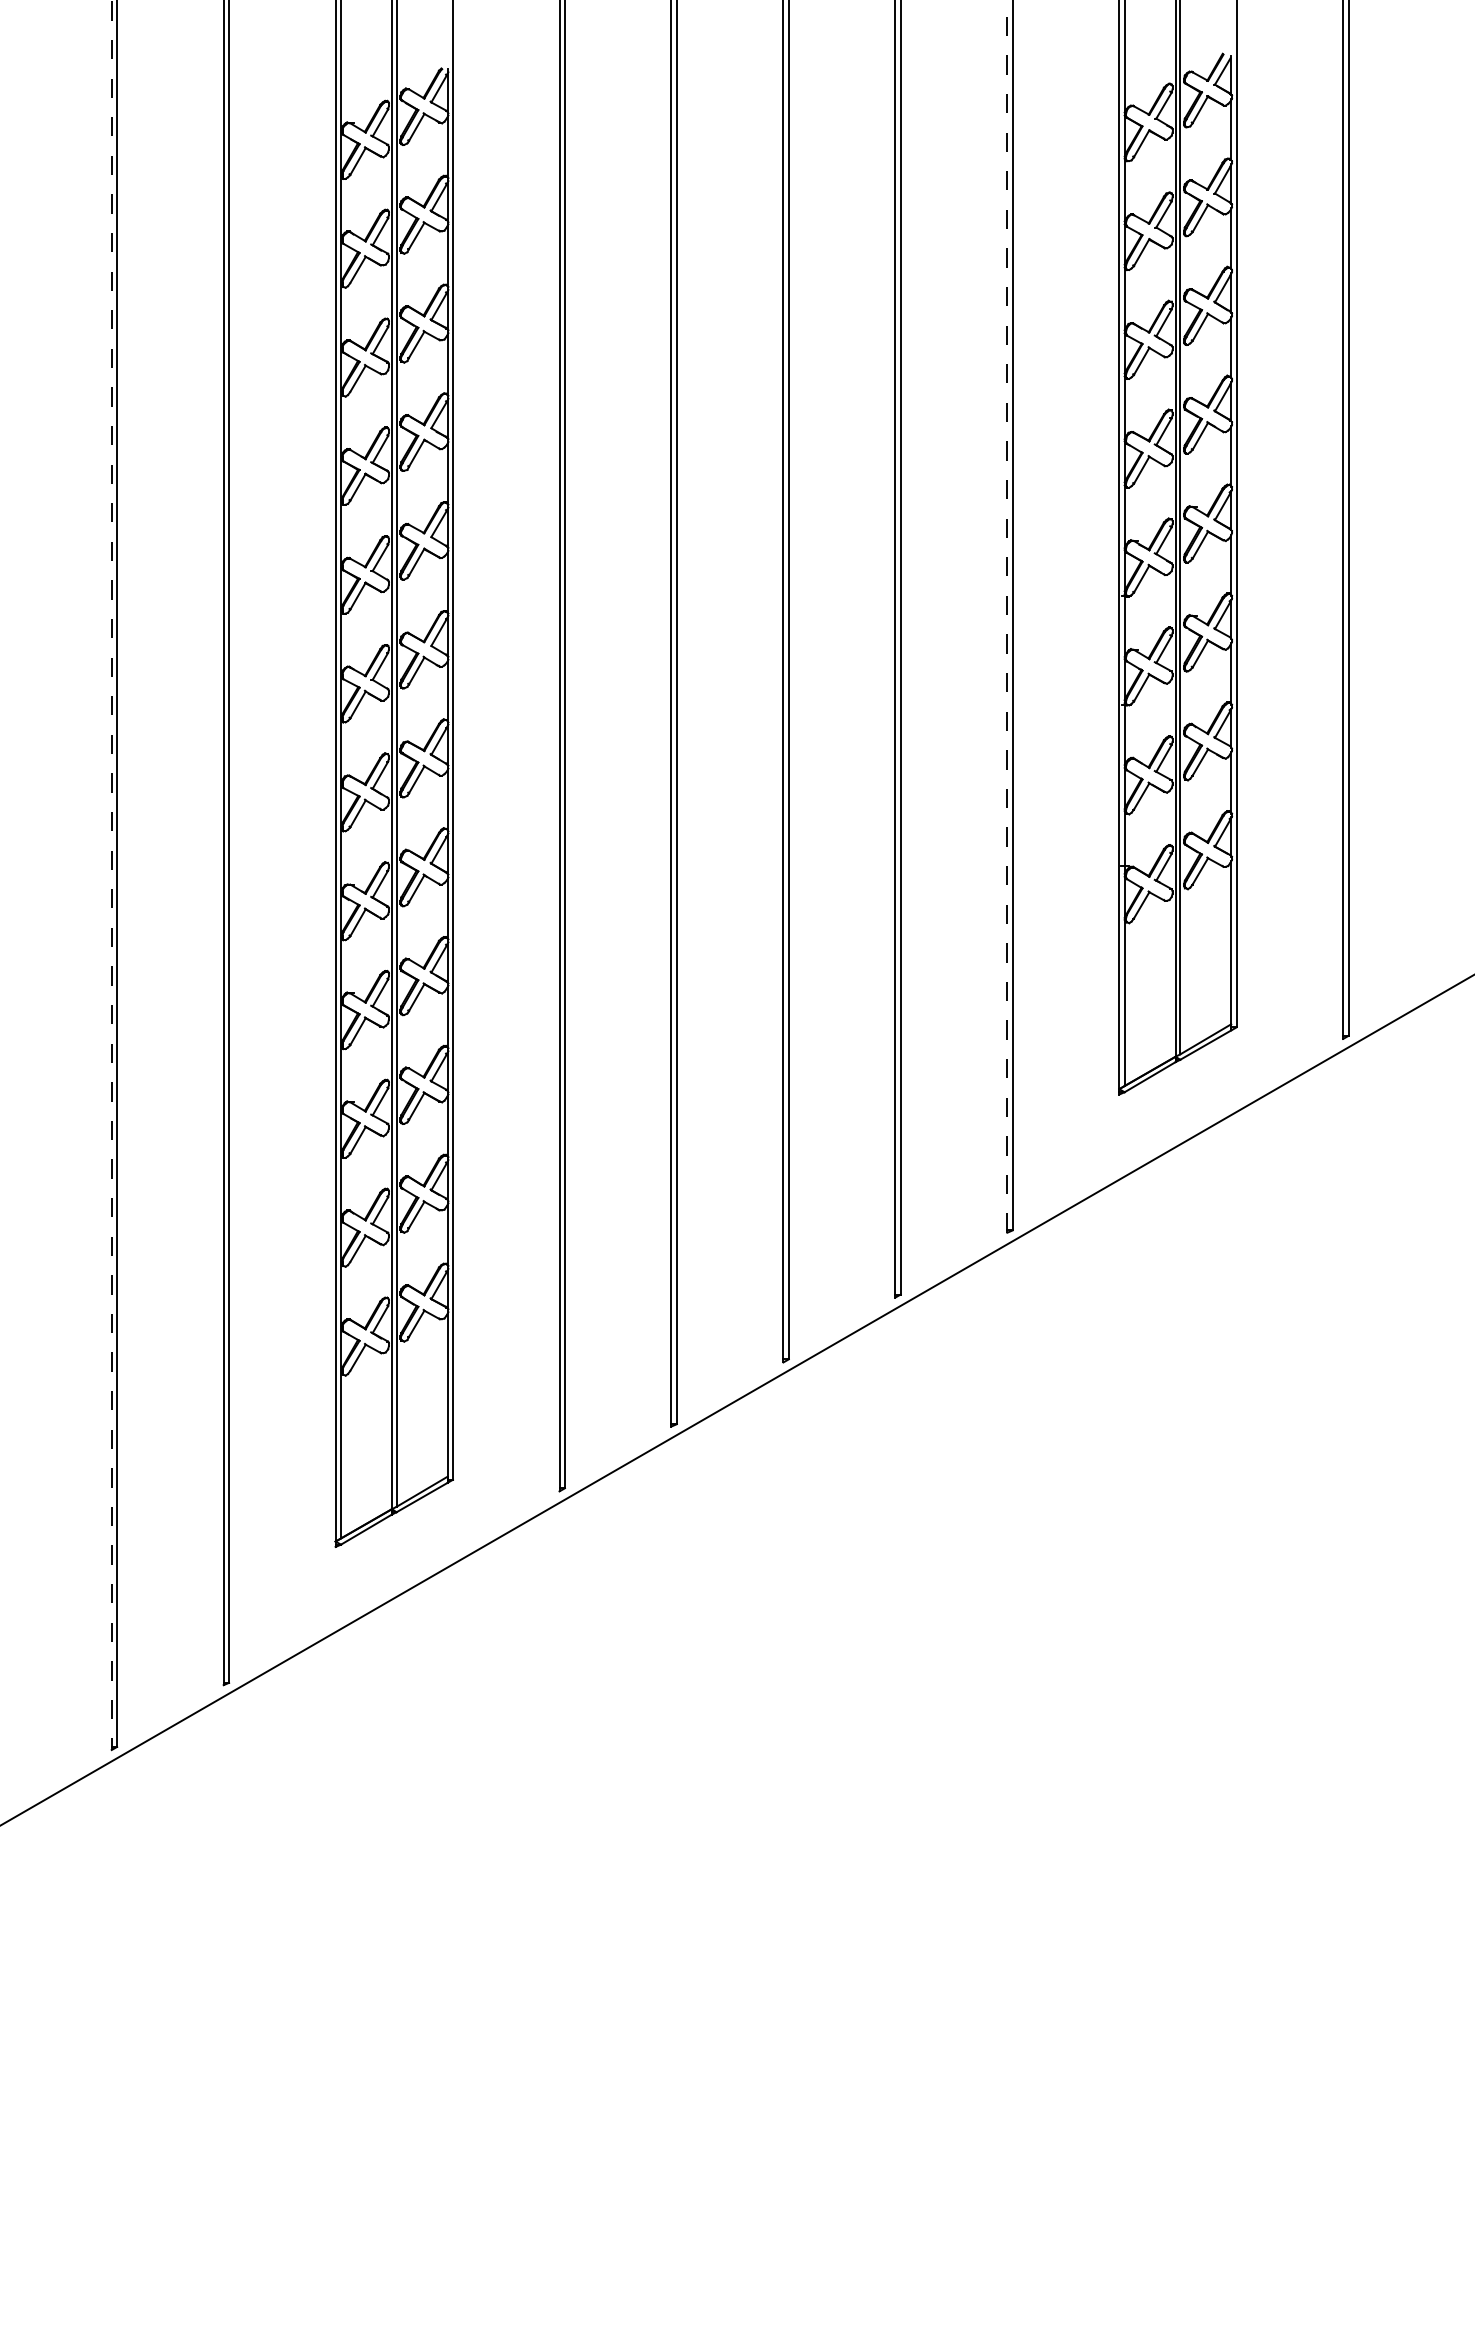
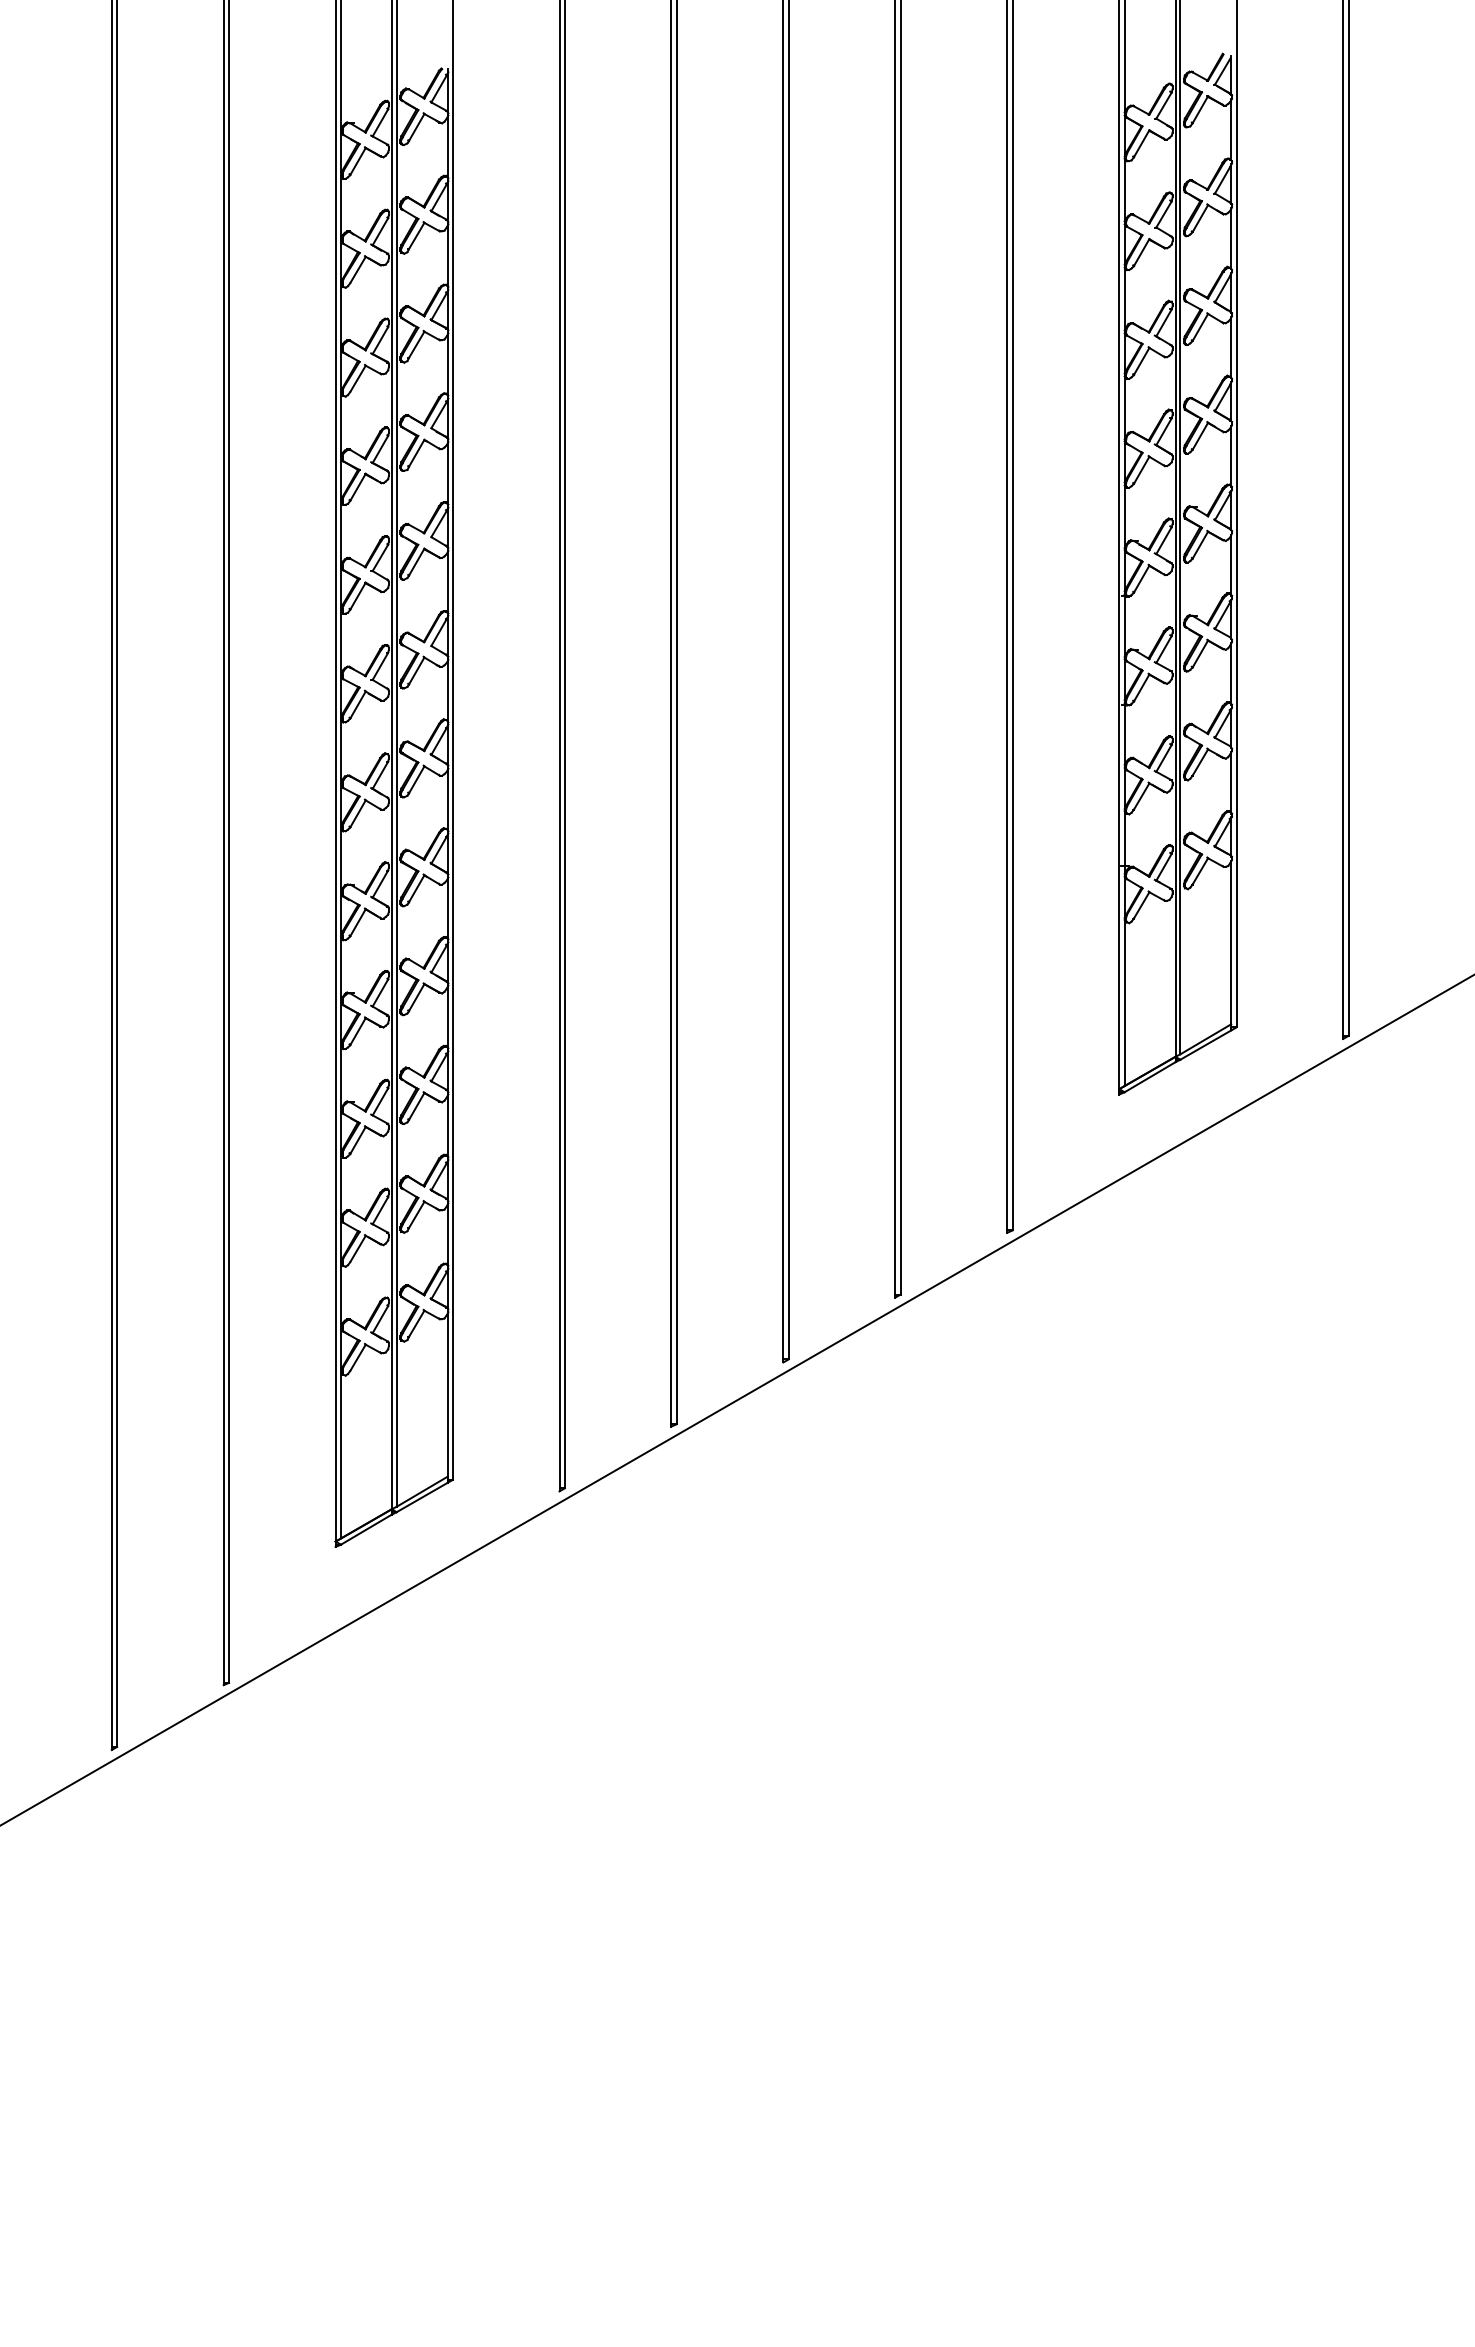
line at (1007, 615): dashed -> solid
line at (111, 875): dashed -> solid
